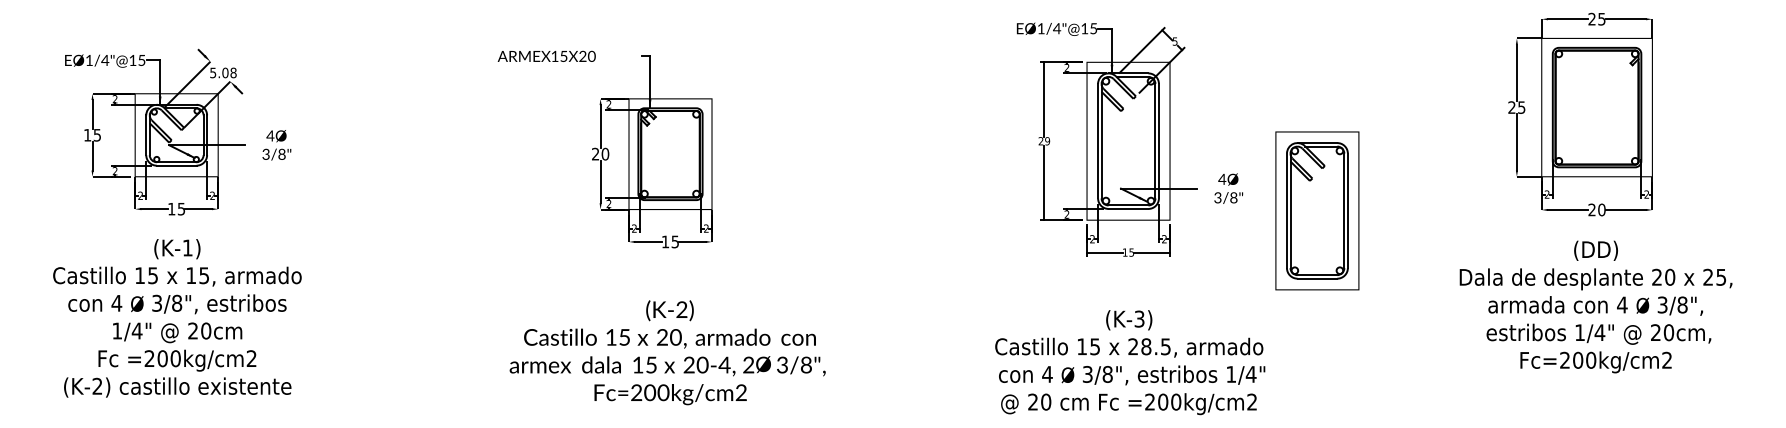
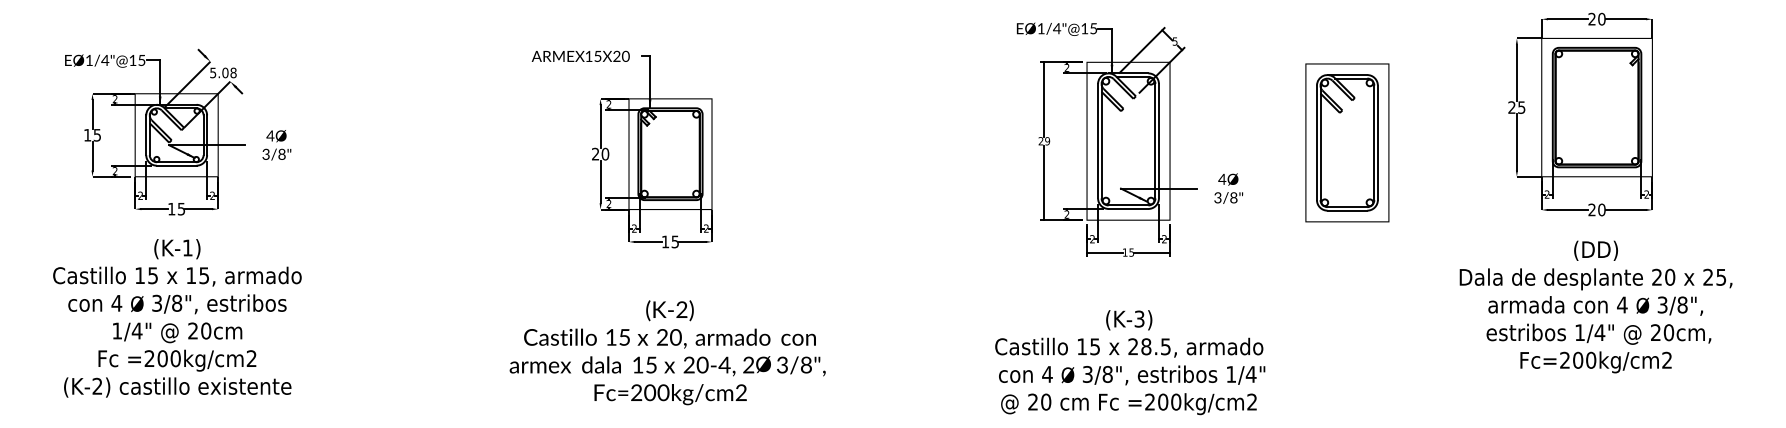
text at (1601, 18): 25 -> 20
text at (546, 55) position: (546, 55) -> (580, 55)
part at (1317, 210) position: (1317, 210) -> (1347, 142)
